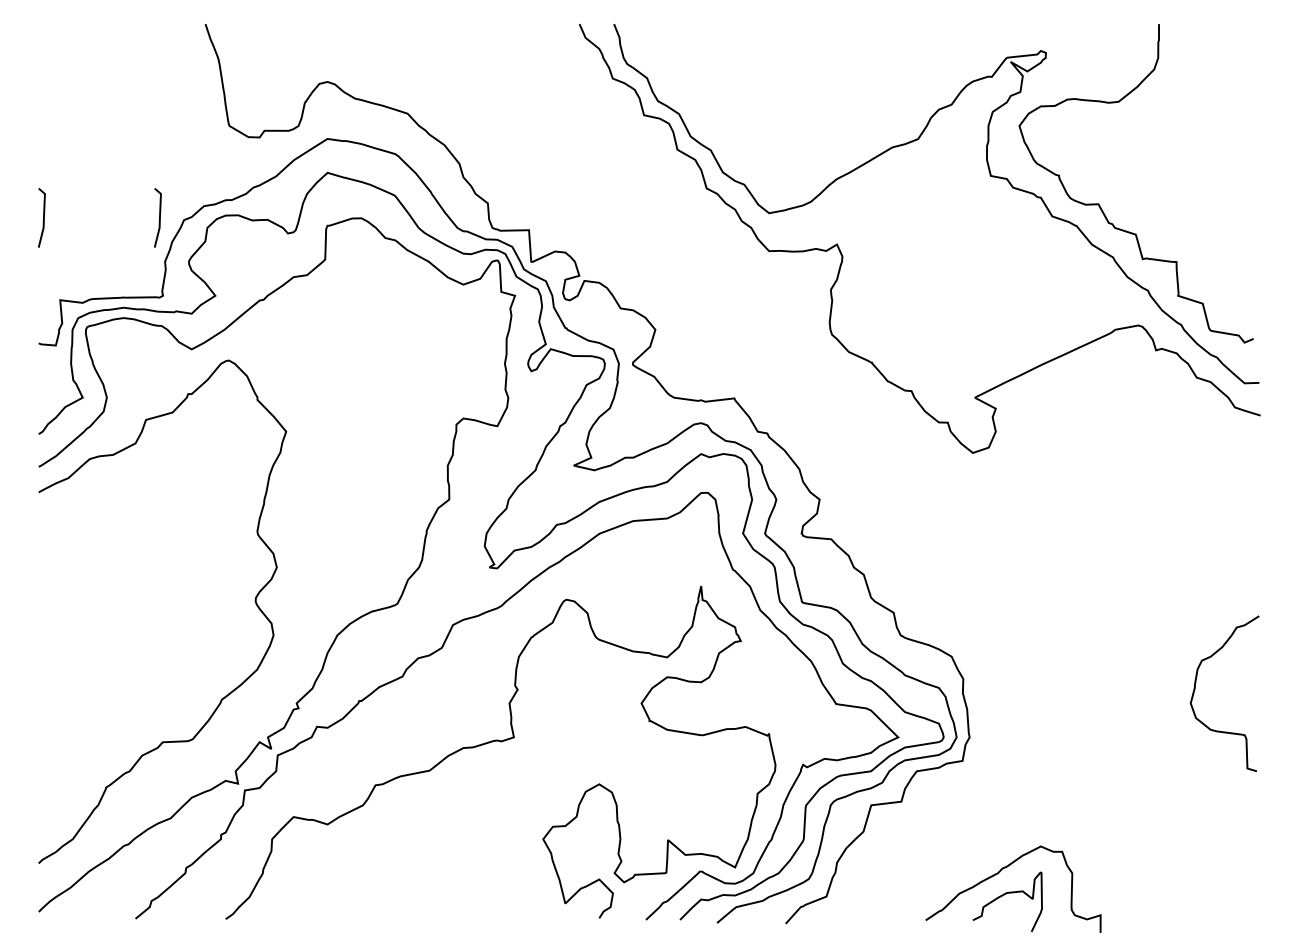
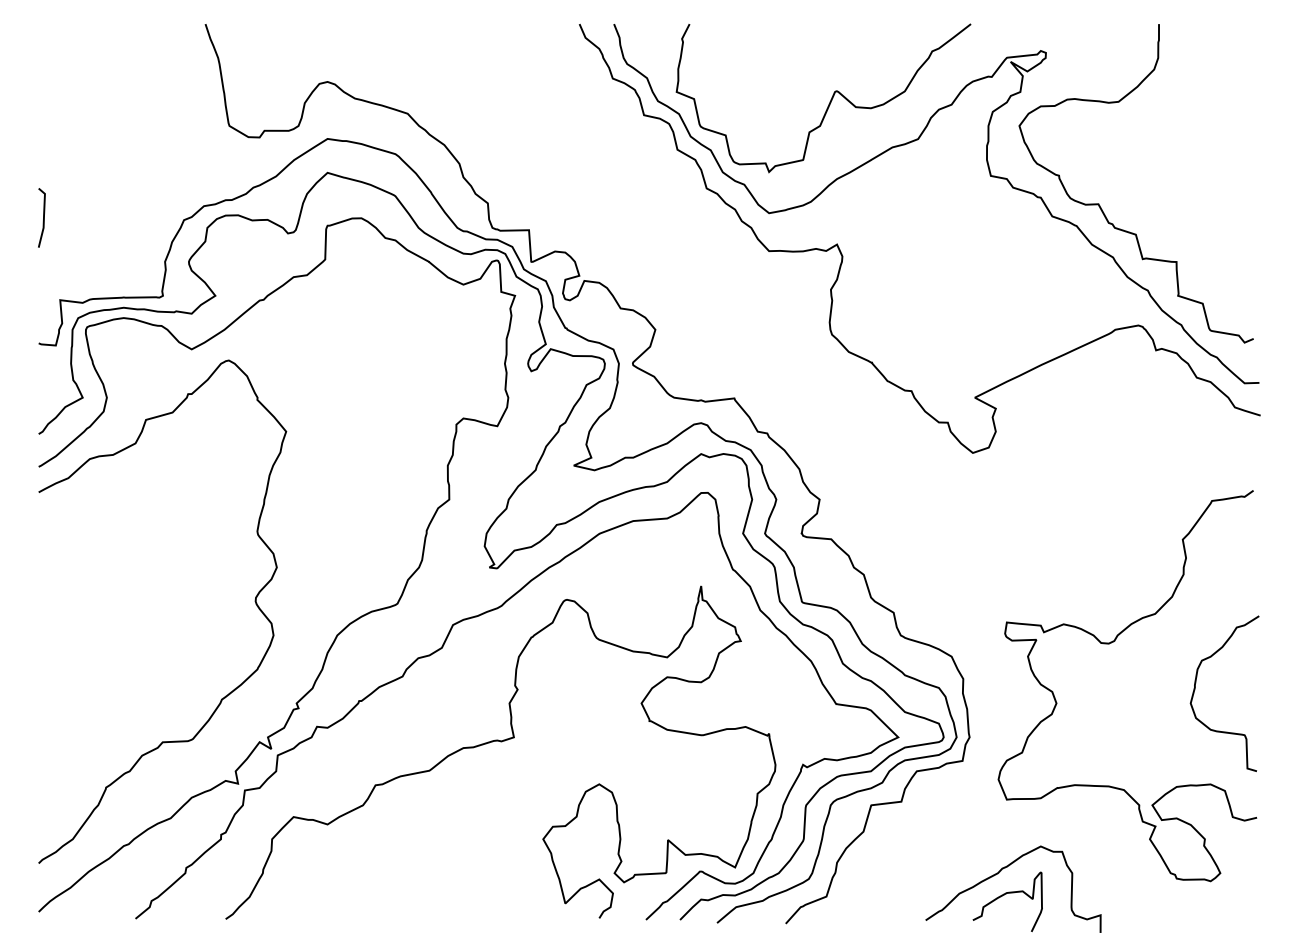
curve at (829, 101): none -> present
curve at (159, 217): present -> none
curve at (1109, 644): none -> present
